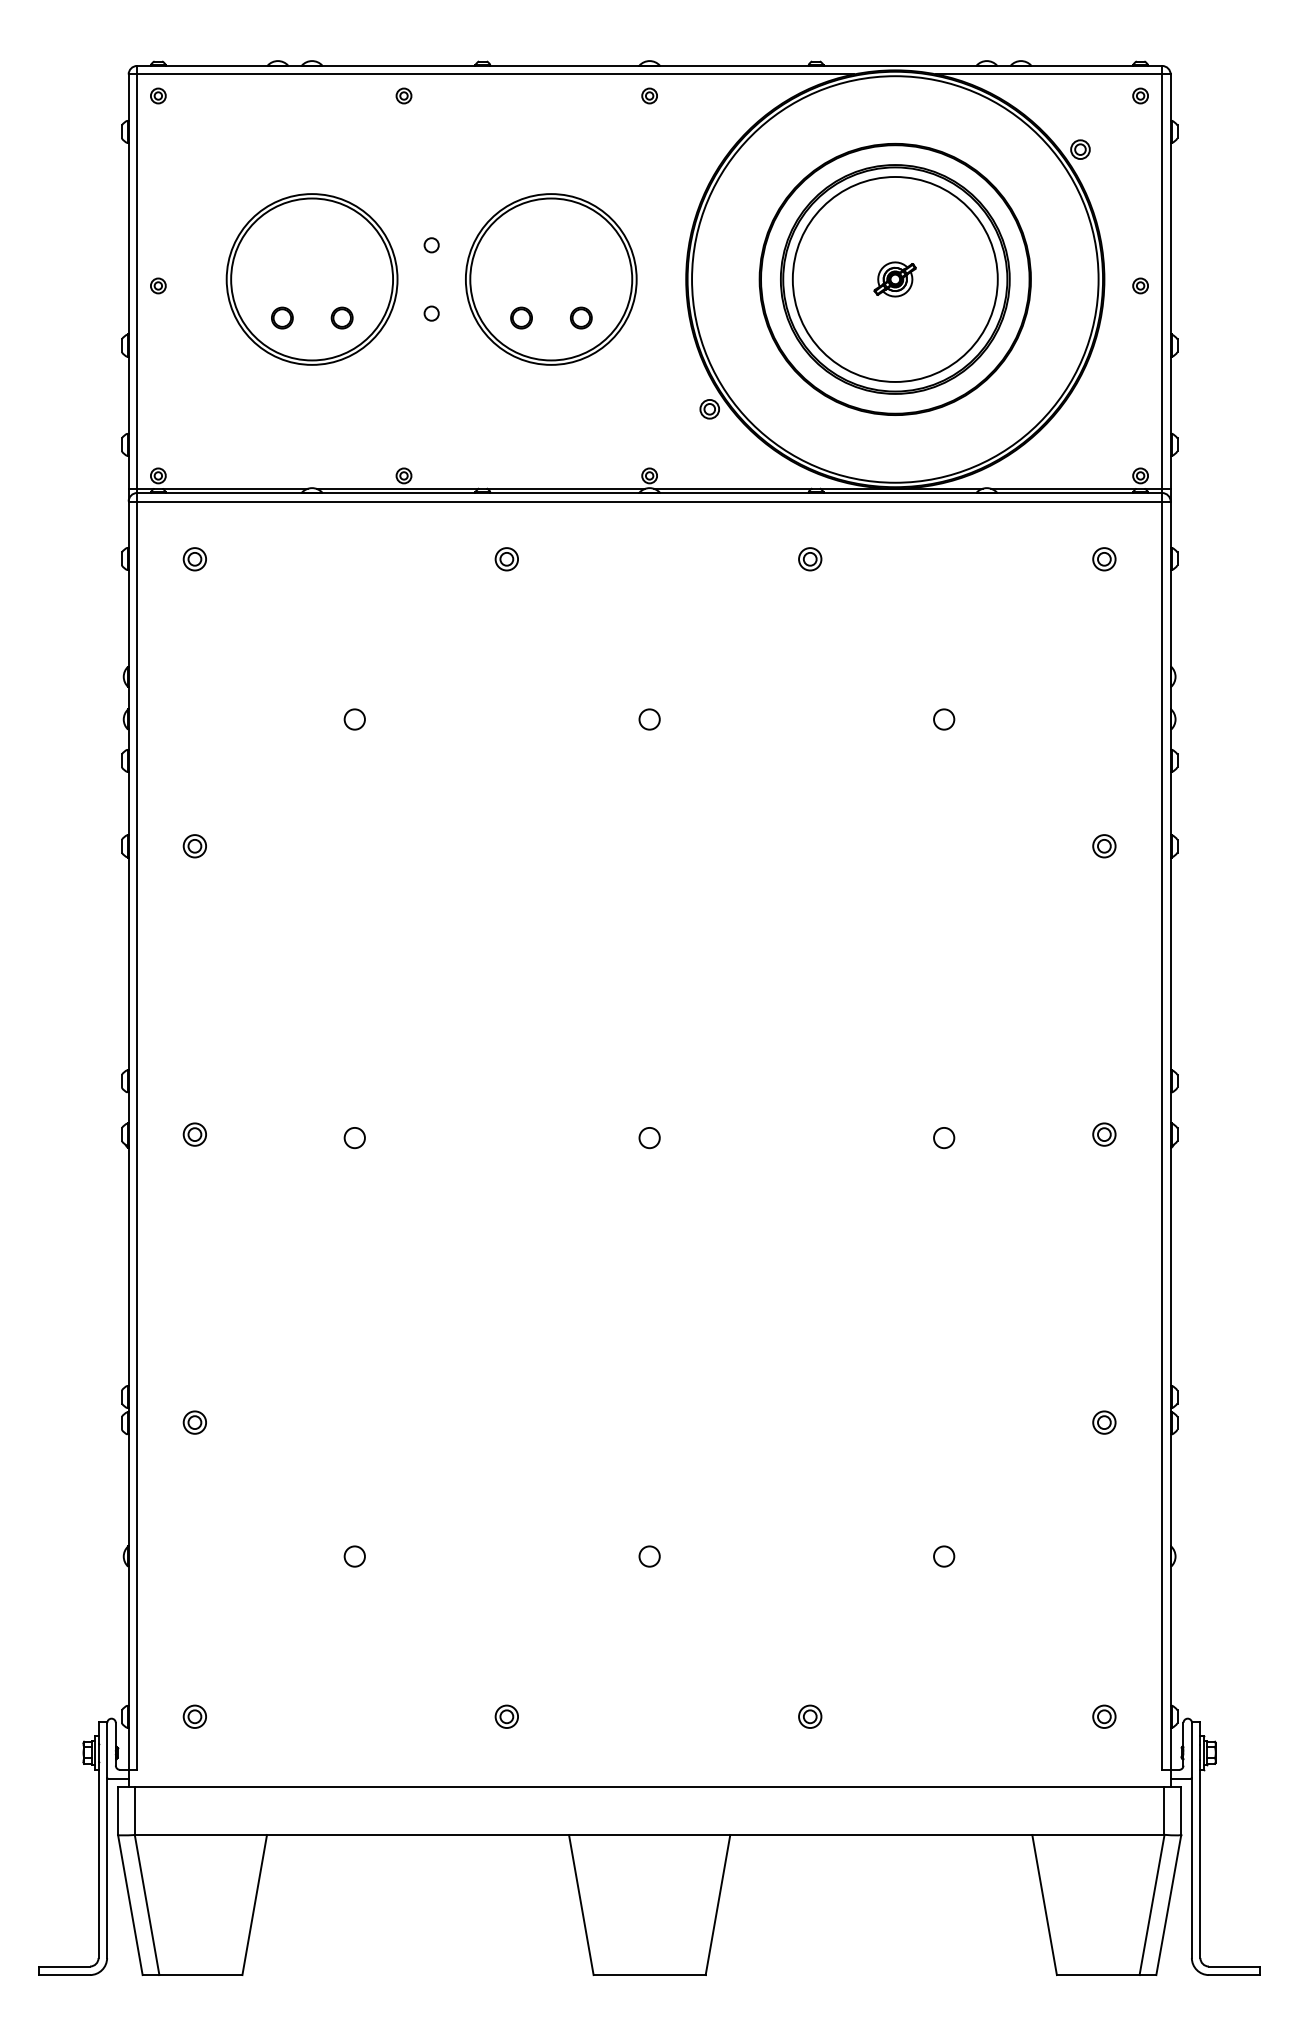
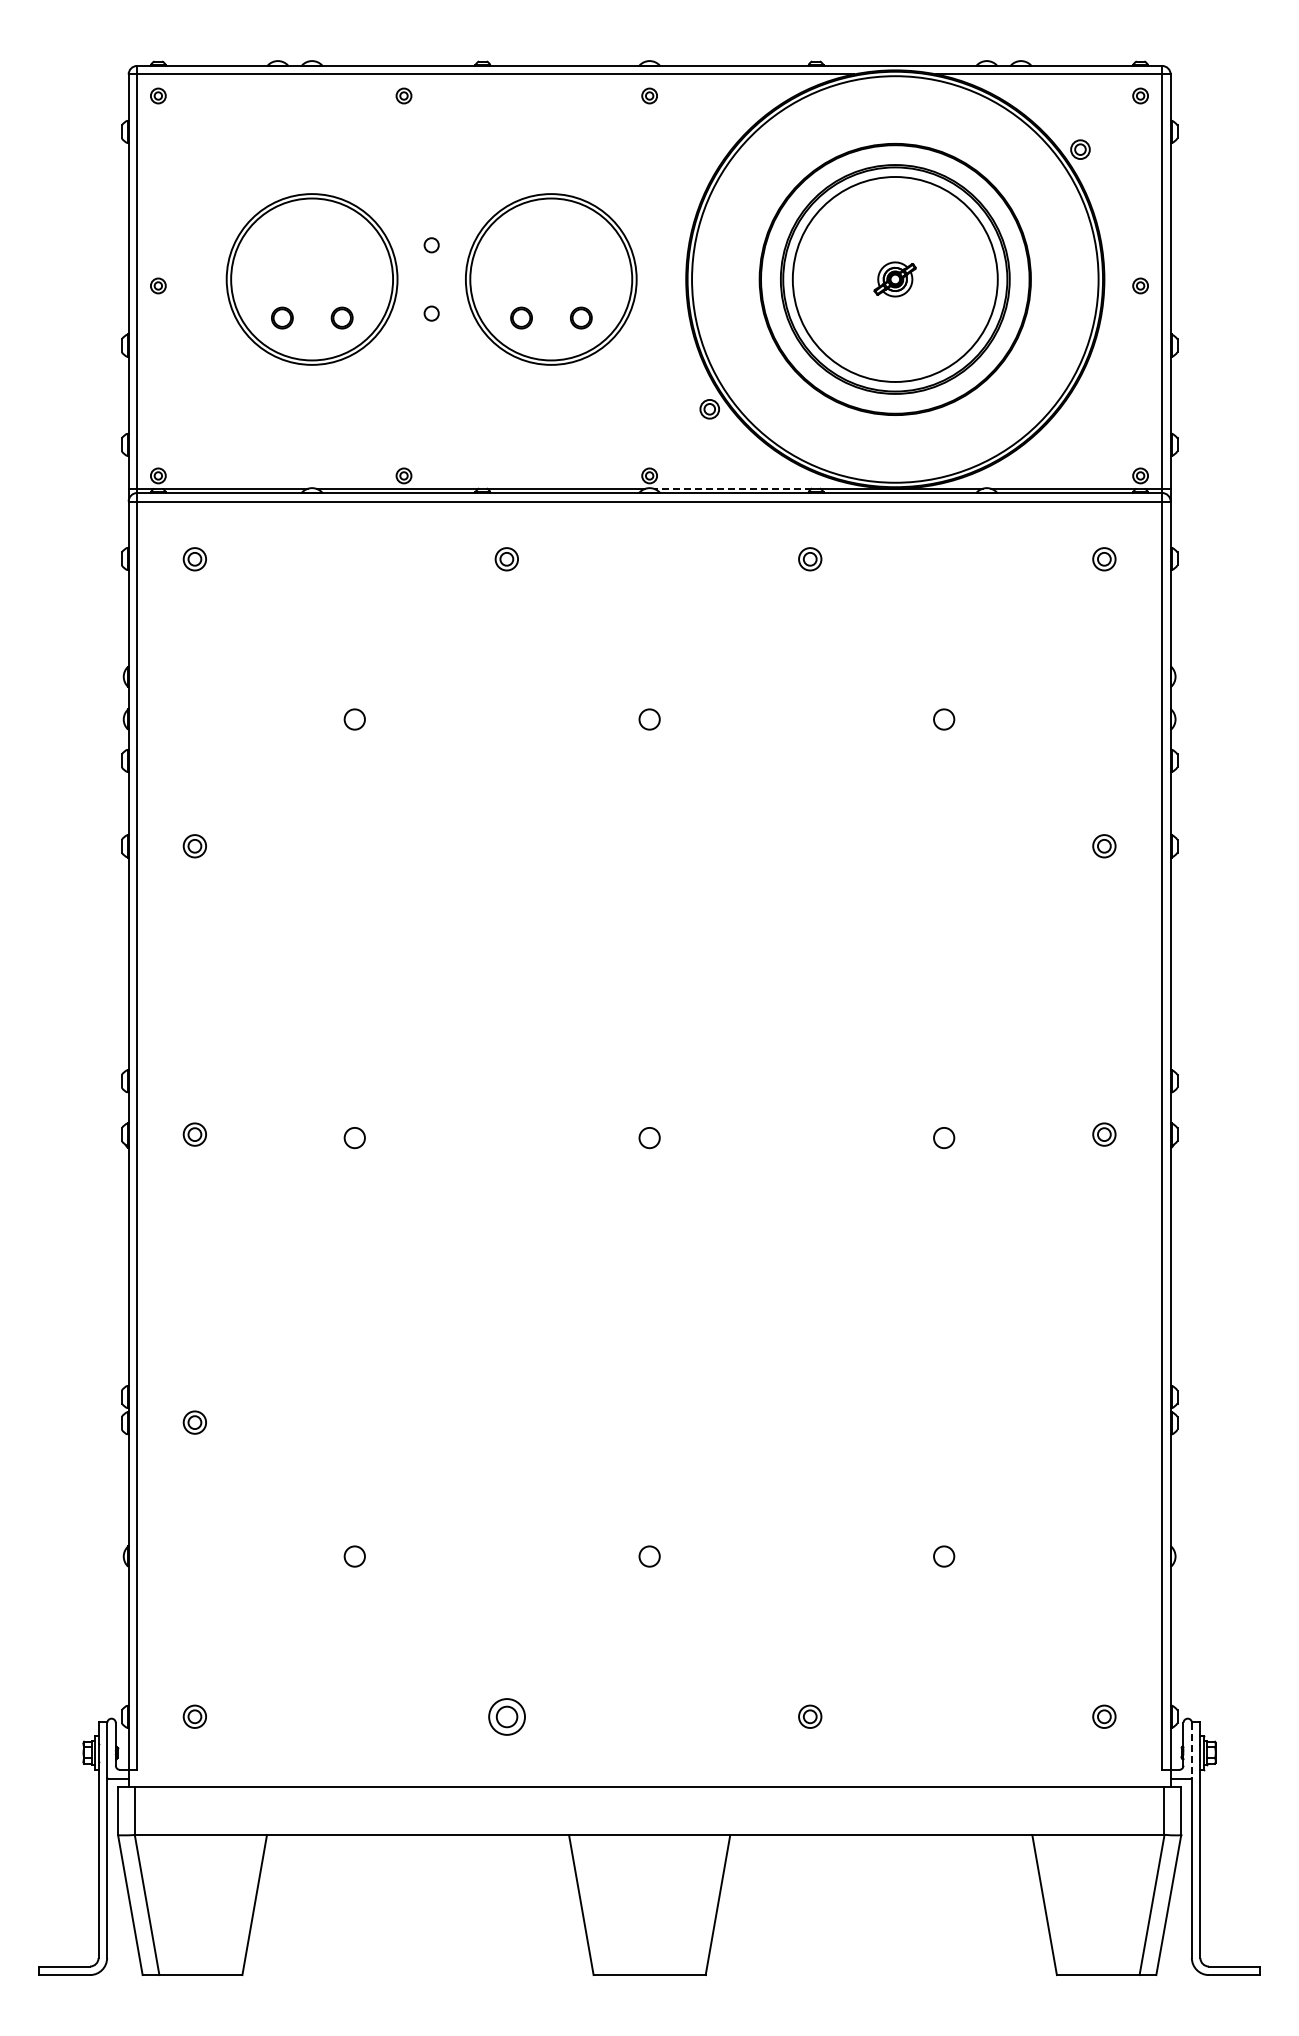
line at (732, 488): solid -> dashed
part at (1104, 1422): present -> none
part at (506, 1716) size: 25x25 px -> 38x38 px
line at (1191, 1750): solid -> dashed
